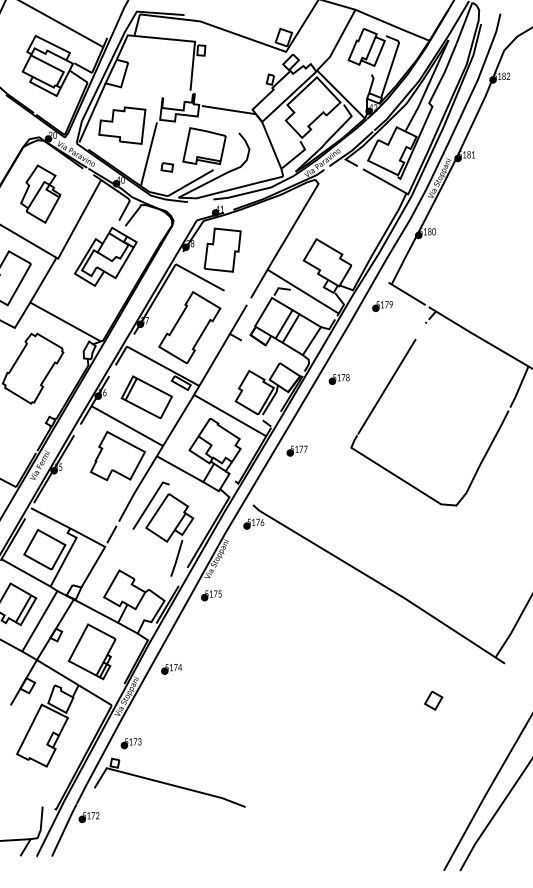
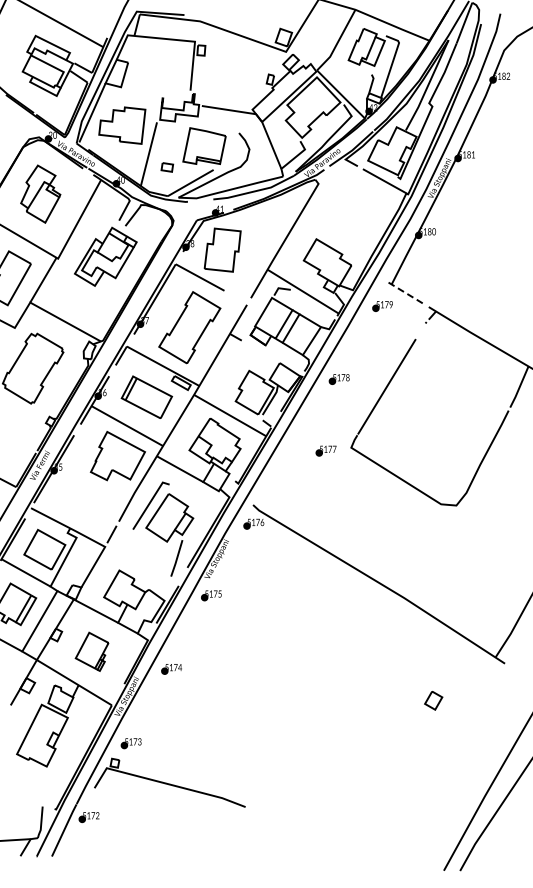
line at (407, 293): solid -> dashed
part at (296, 450) position: (296, 450) -> (325, 450)
part at (91, 651) size: 50x58 px -> 36x41 px
